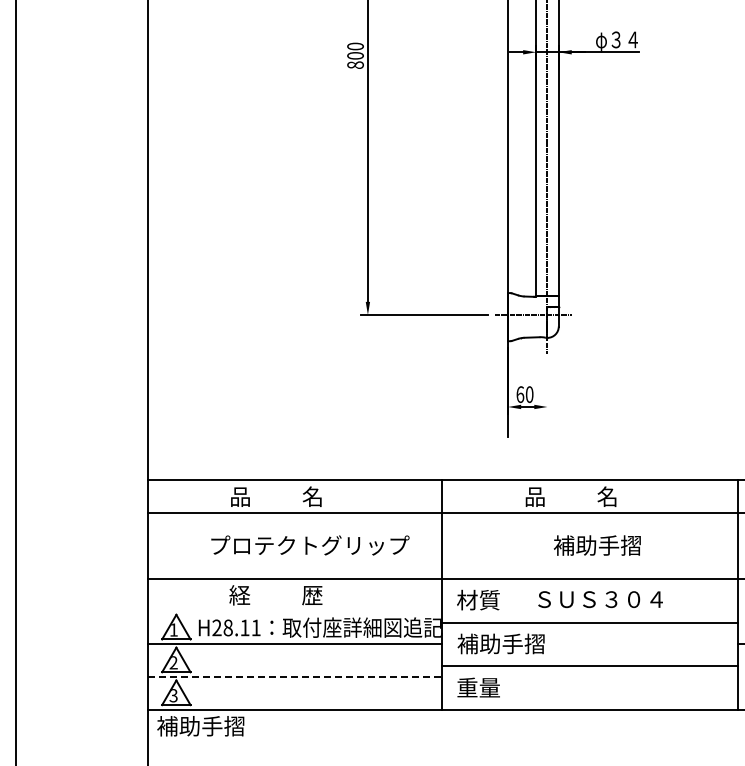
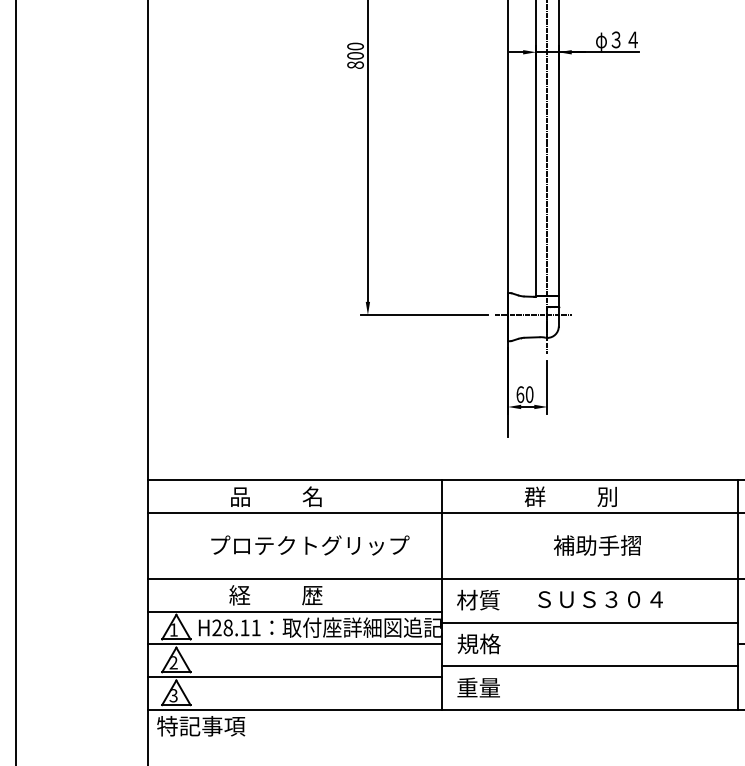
line at (547, 387): none -> present
text at (570, 496): 品          名 -> 群          別
line at (294, 611): none -> present
text at (500, 643): 補助手摺 -> 規格
line at (295, 677): dashed -> solid
text at (201, 726): 補助手摺 -> 特記事項
